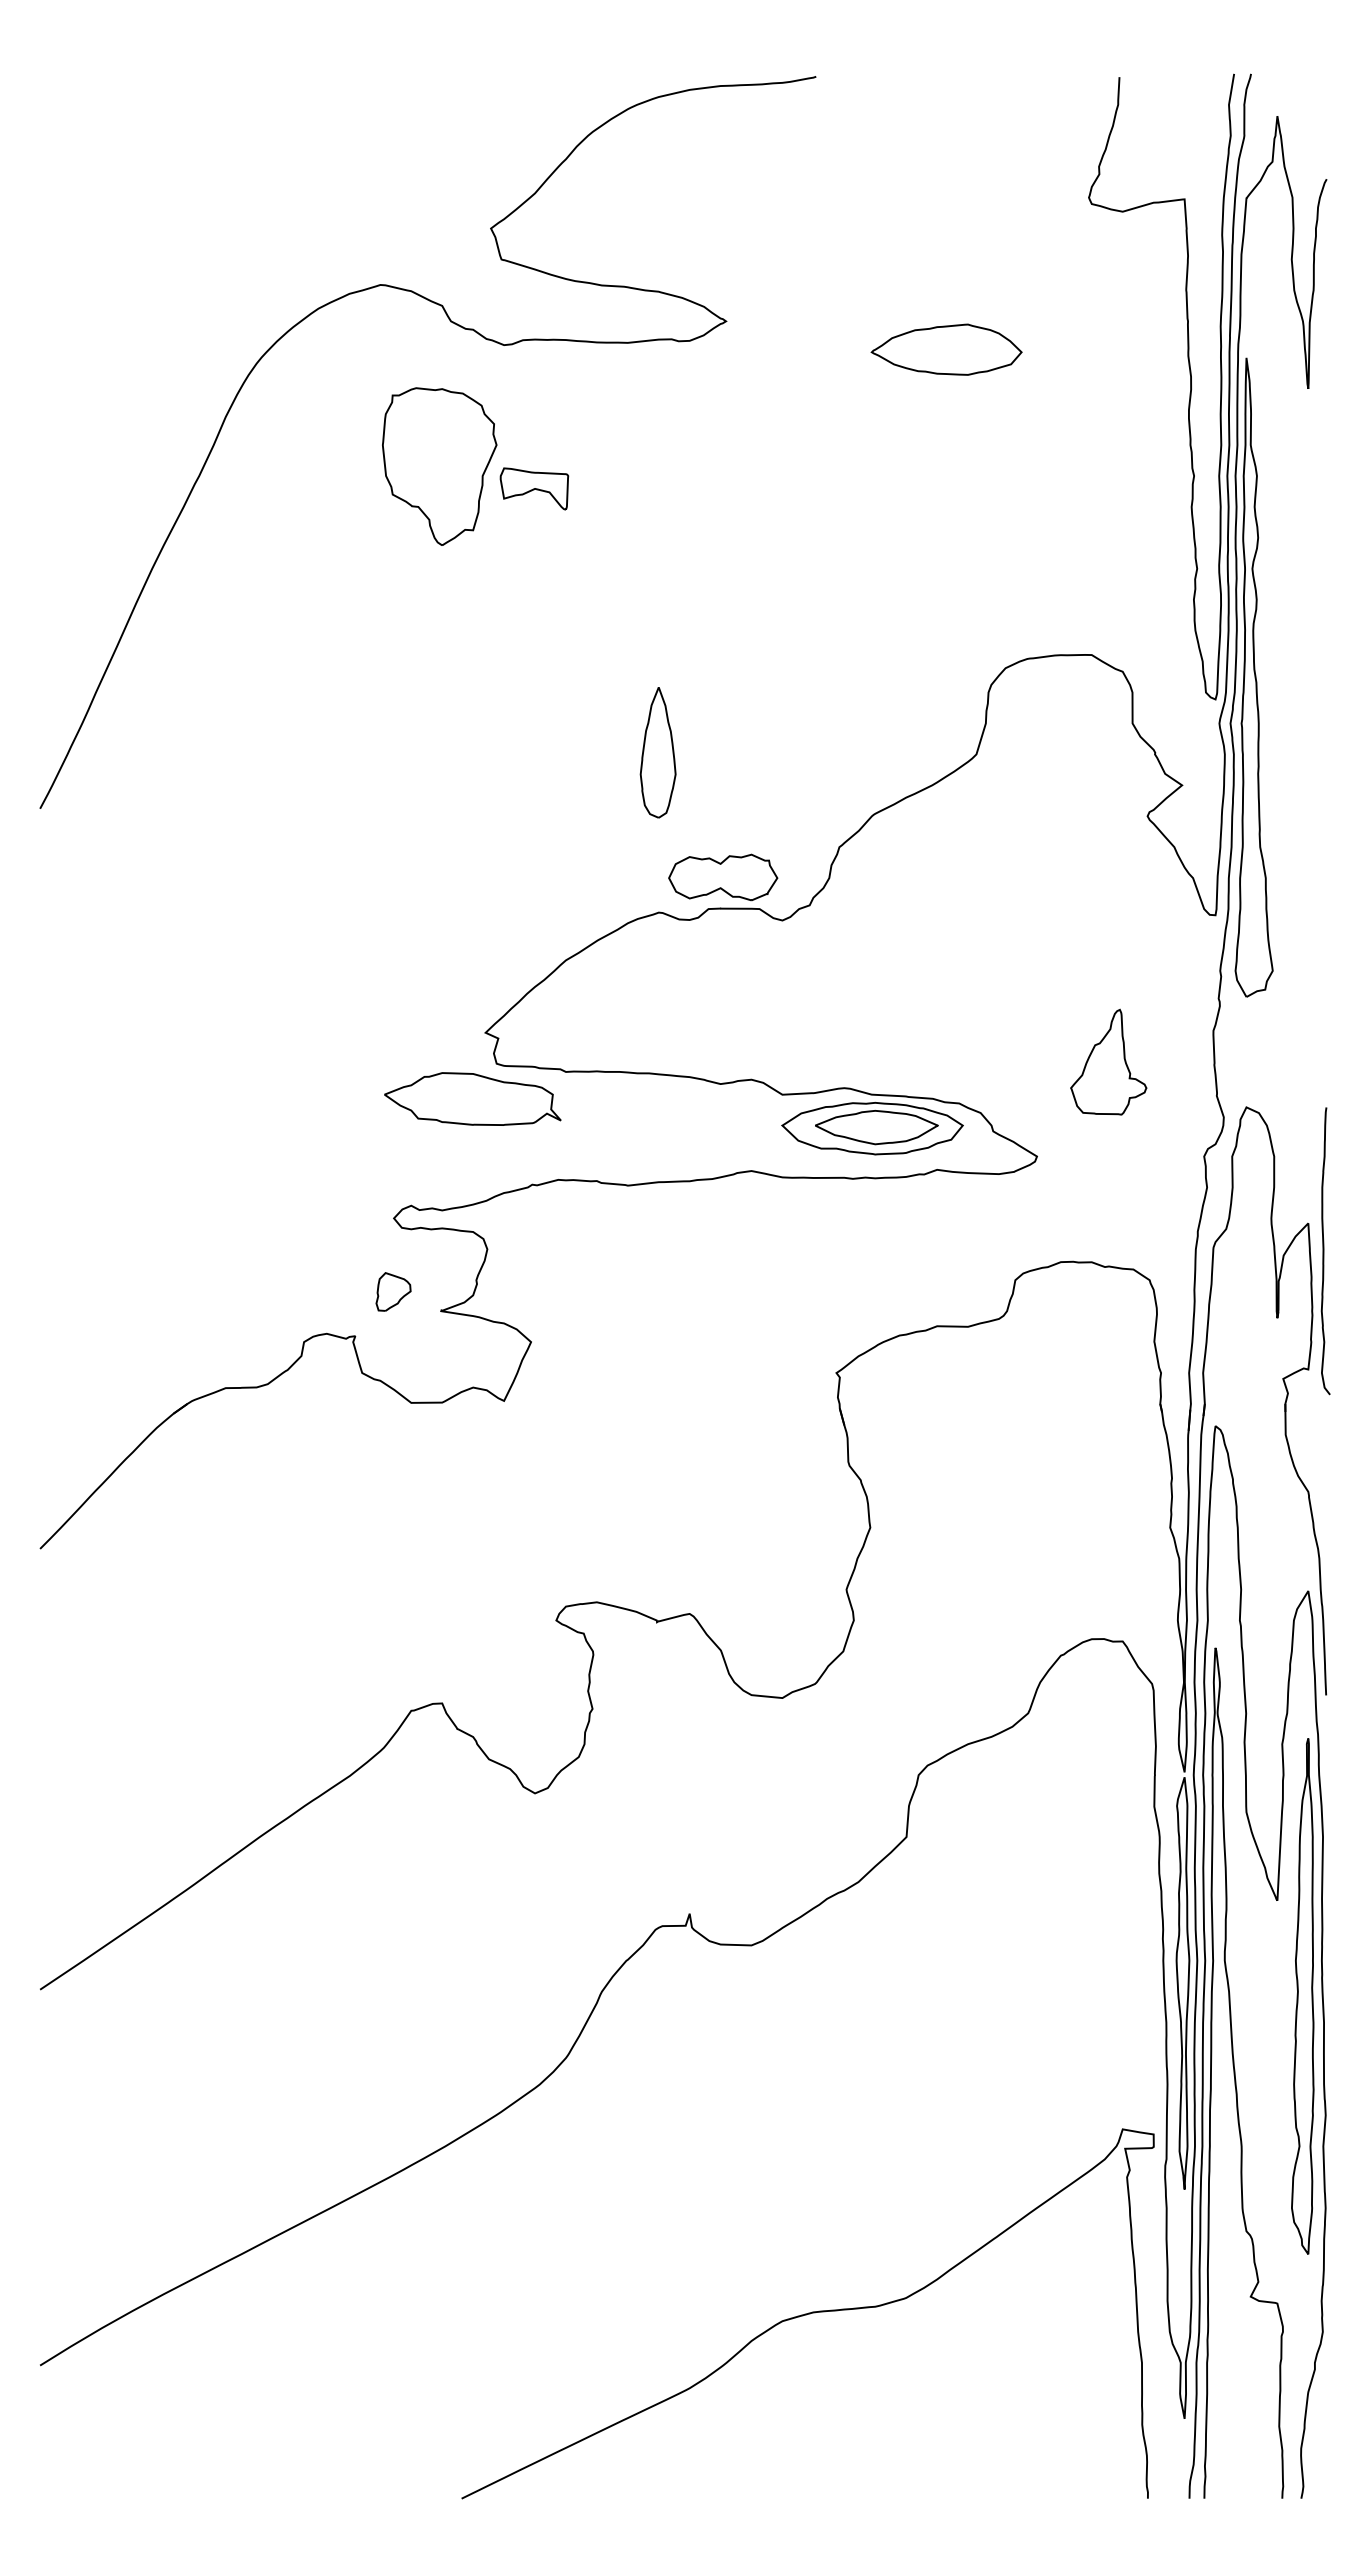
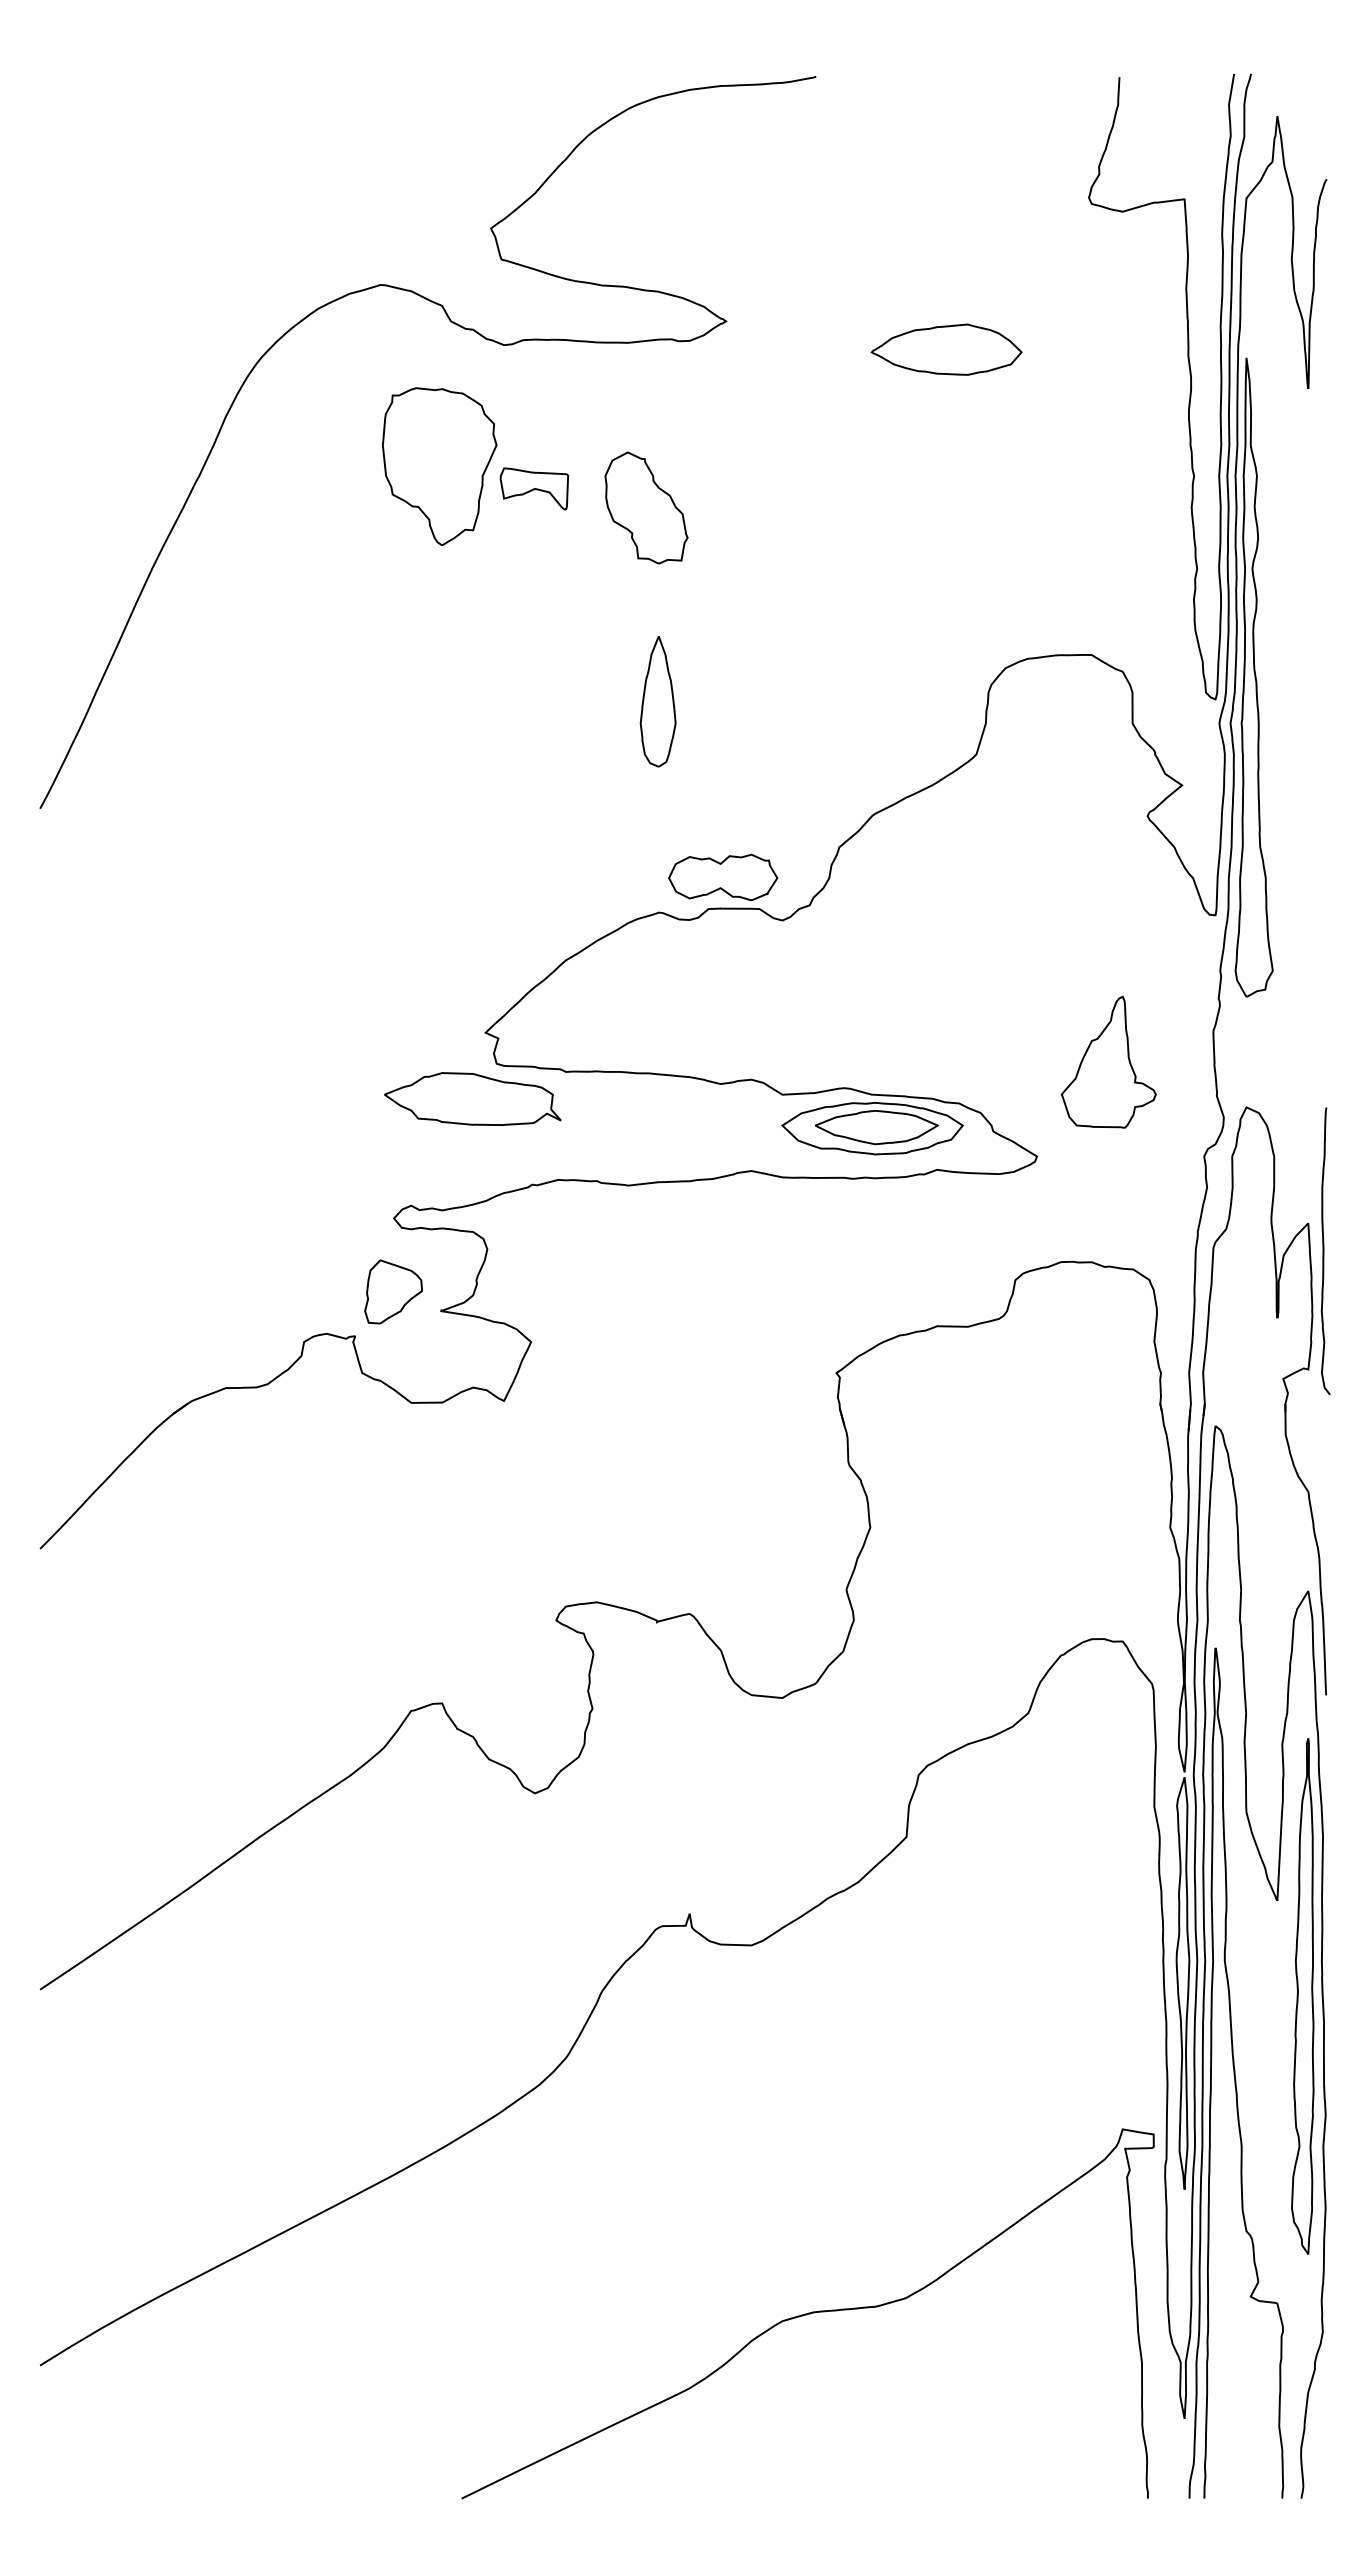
part at (646, 507): none -> present
part at (657, 752) position: (657, 752) -> (657, 701)
part at (1108, 1061) size: 78x108 px -> 97x134 px
part at (393, 1291) size: 37x40 px -> 59x66 px
